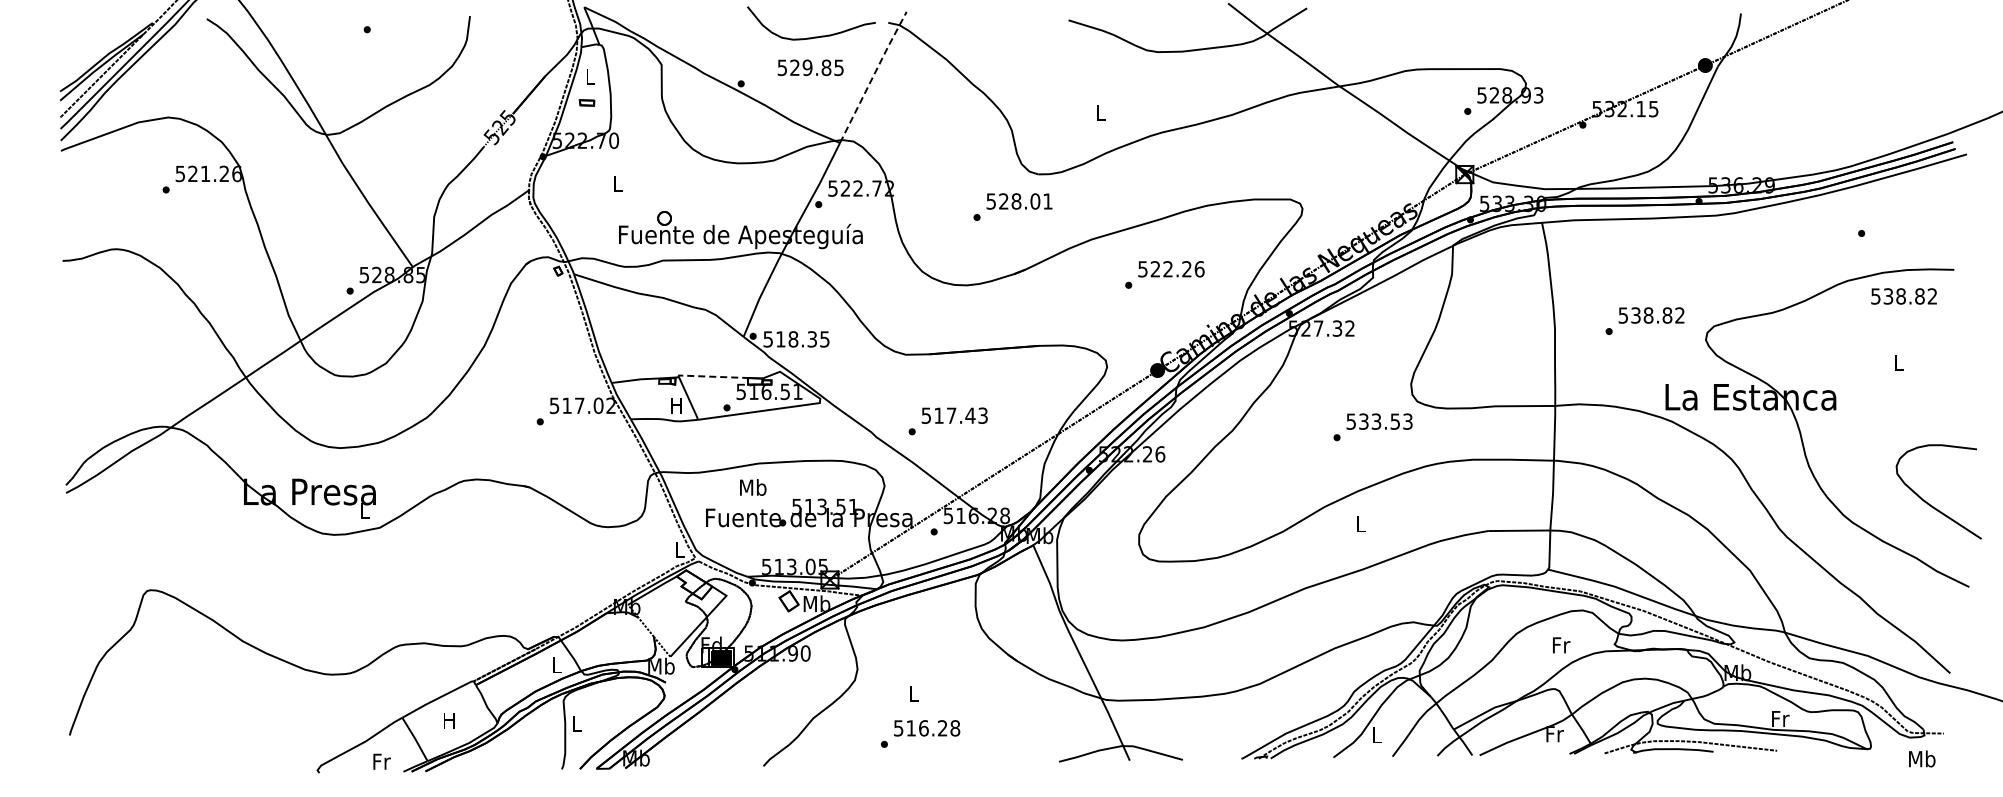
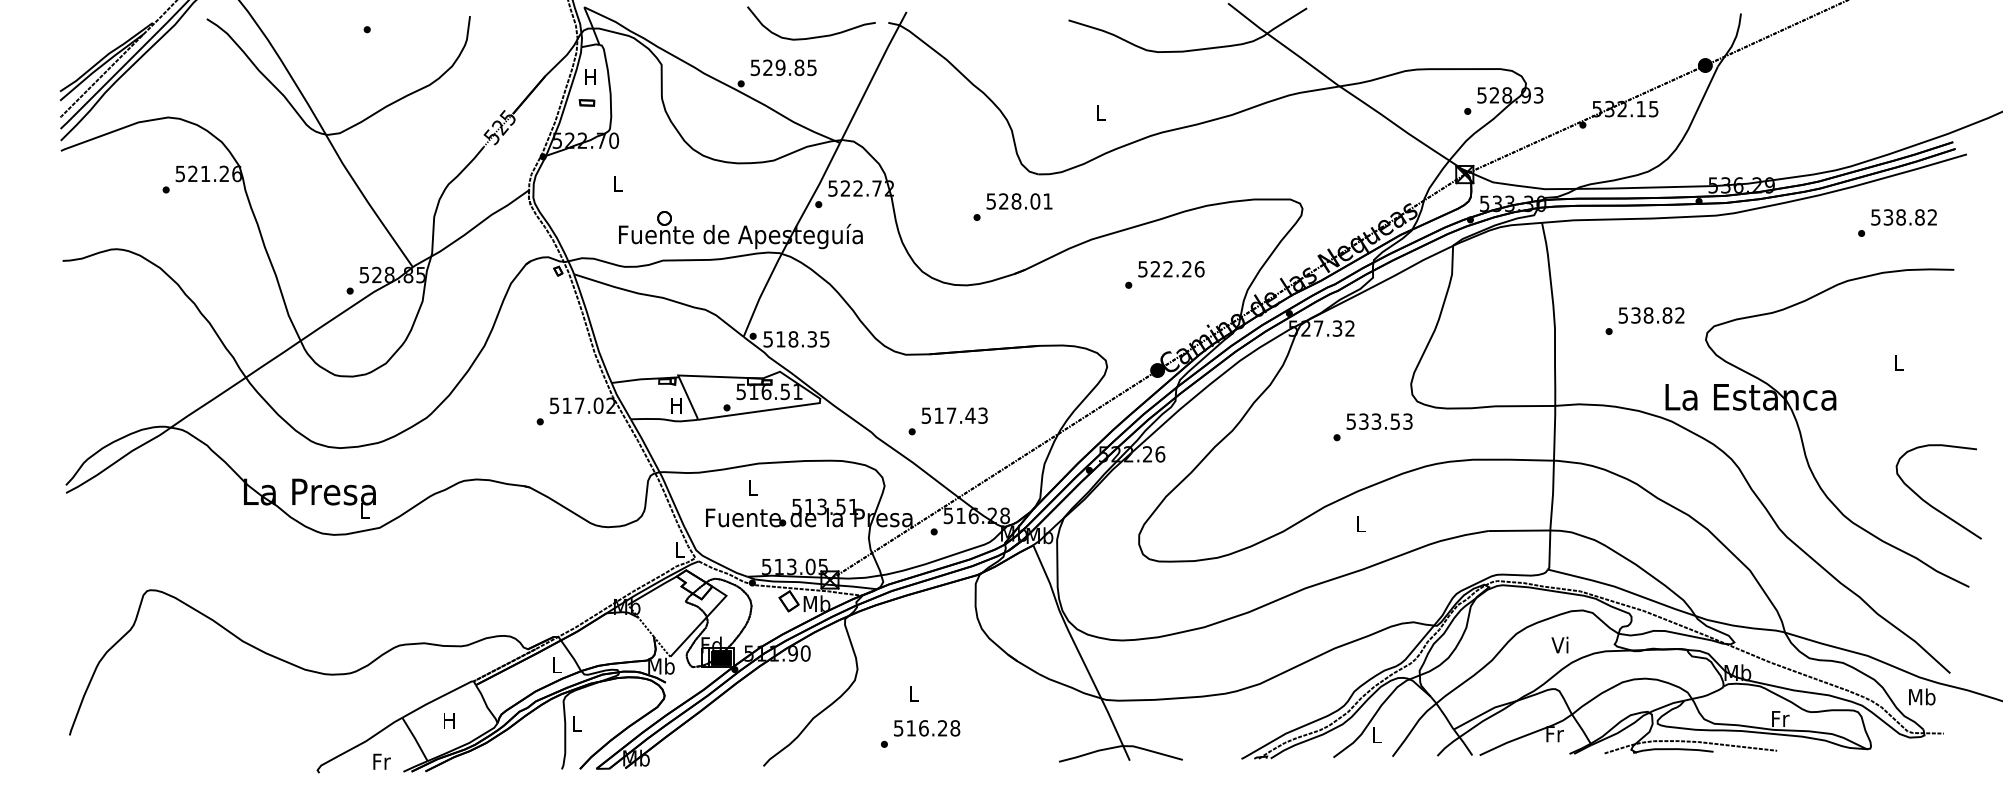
text at (810, 67) position: (810, 67) -> (783, 67)
text at (590, 76): L -> H
line at (873, 76): dashed -> solid
text at (1903, 296) position: (1903, 296) -> (1903, 217)
line at (713, 376): dashed -> solid
text at (753, 487): Mb -> L
text at (1560, 644): Fr -> Vi
text at (1922, 758) position: (1922, 758) -> (1922, 696)
